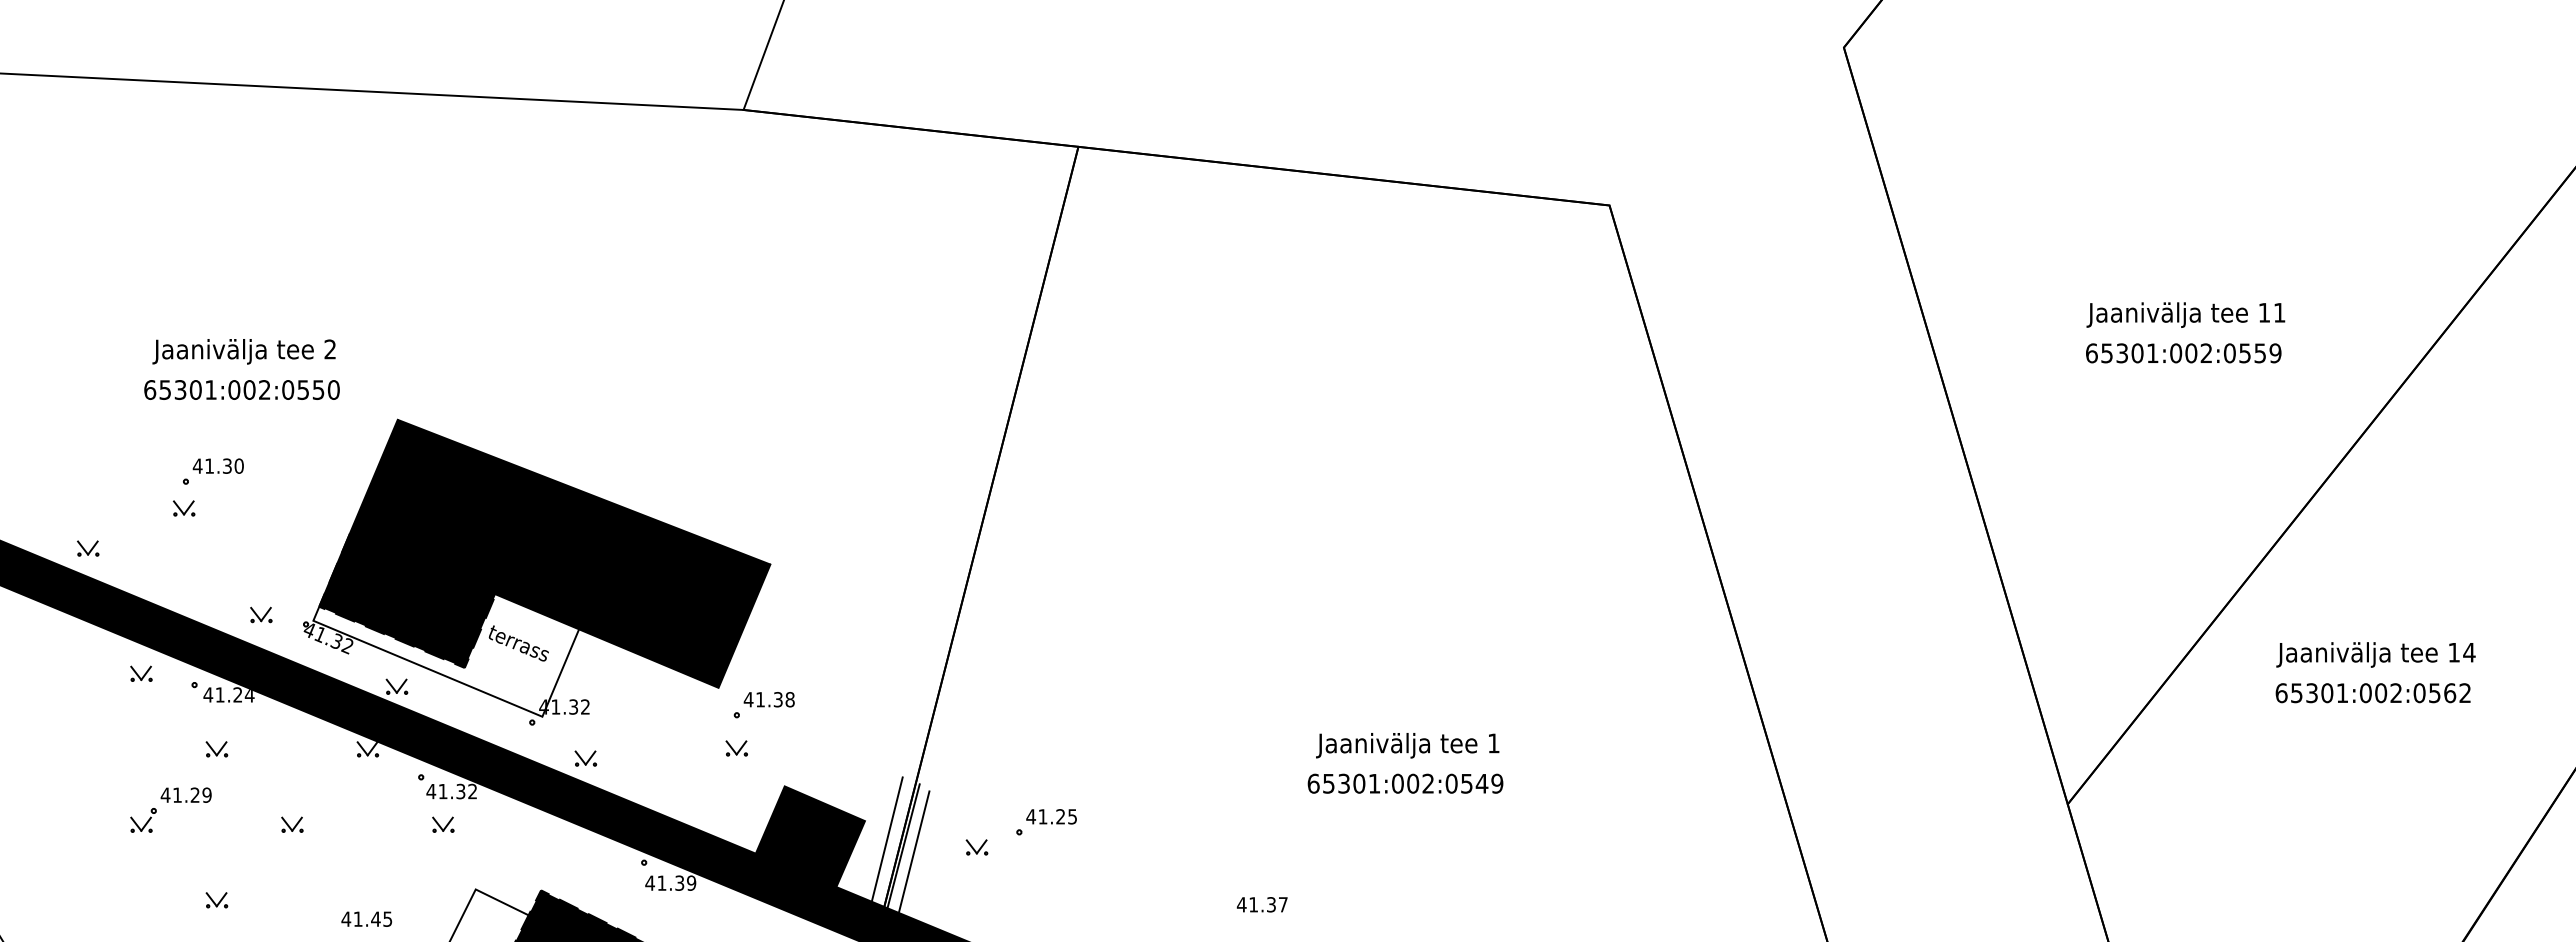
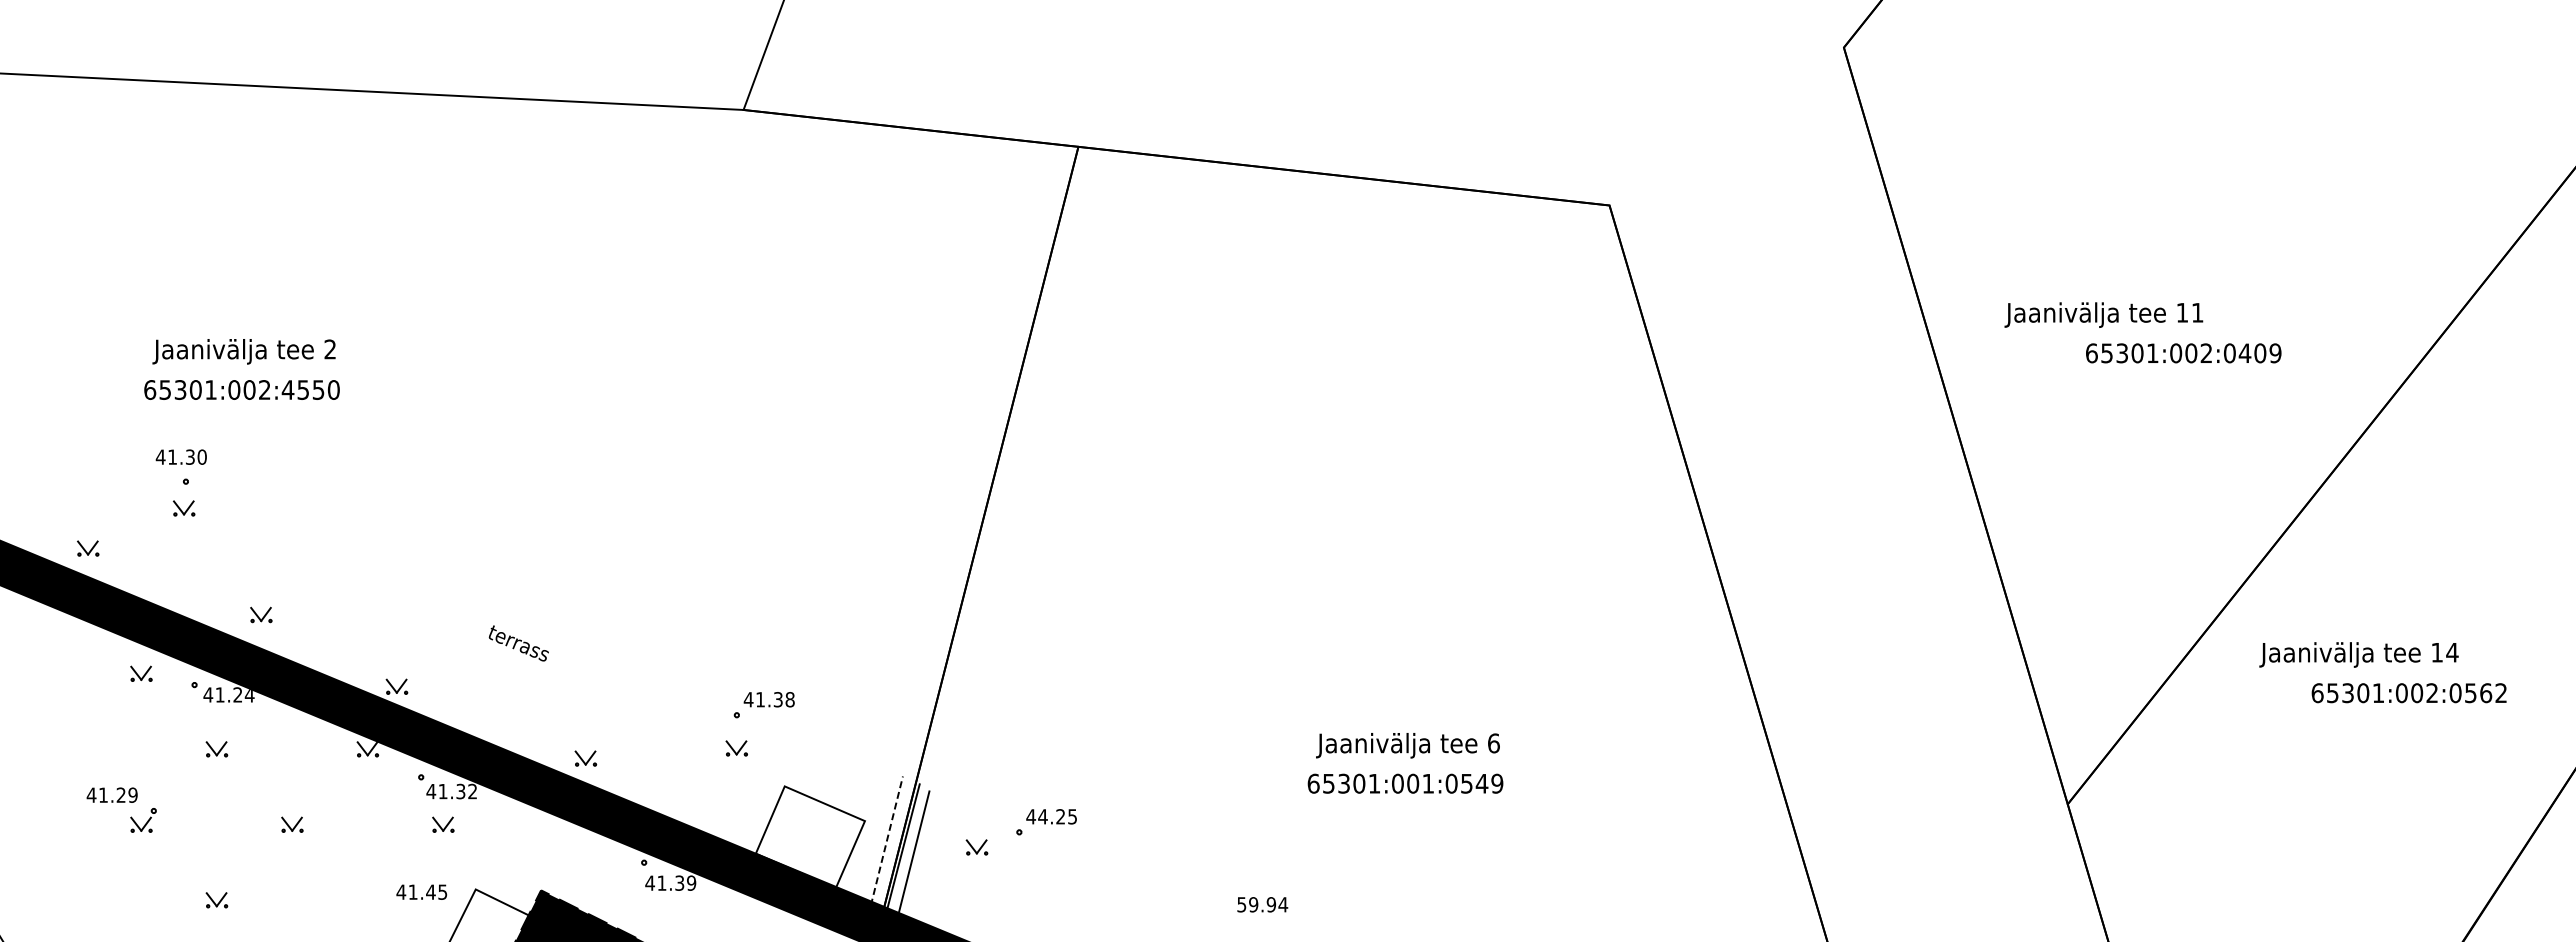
text at (2185, 314) position: (2185, 314) -> (2103, 314)
text at (2252, 353): 65301:002:0559 -> 65301:002:0409
text at (287, 389): 65301:002:0550 -> 65301:002:4550
text at (217, 465) position: (217, 465) -> (180, 456)
part at (537, 571): present -> none
text at (2375, 654) position: (2375, 654) -> (2358, 654)
text at (2372, 693) position: (2372, 693) -> (2408, 693)
text at (1493, 743): 1 -> 6
text at (1427, 783): 65301:002:0549 -> 65301:001:0549
text at (185, 794) position: (185, 794) -> (111, 794)
text at (1042, 816): 41.25 -> 44.25
fill at (809, 837): present -> none
line at (885, 846): solid -> dashed
text at (1262, 904): 41.37 -> 59.94
text at (366, 918) position: (366, 918) -> (421, 891)
